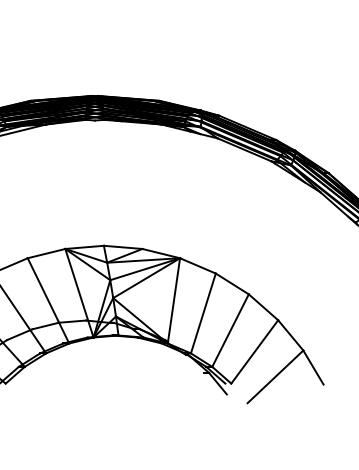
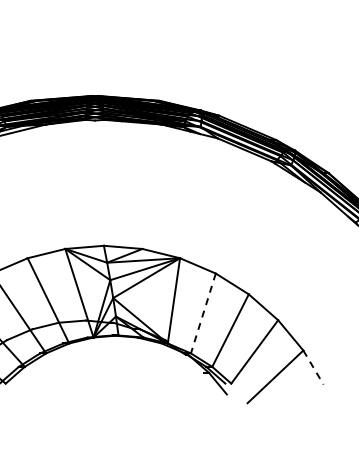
line at (203, 313): solid -> dashed
line at (313, 367): solid -> dashed
